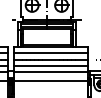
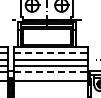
line at (51, 53): solid -> dashed
line at (51, 71): solid -> dashed
